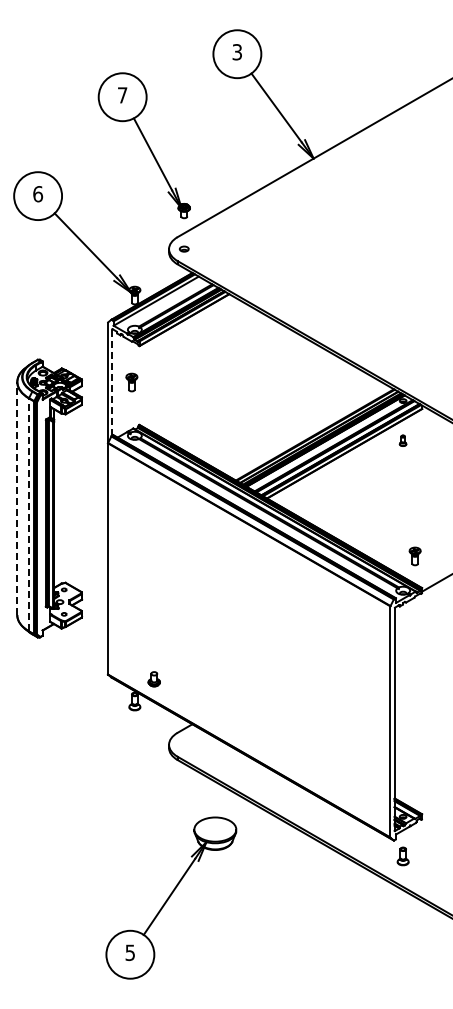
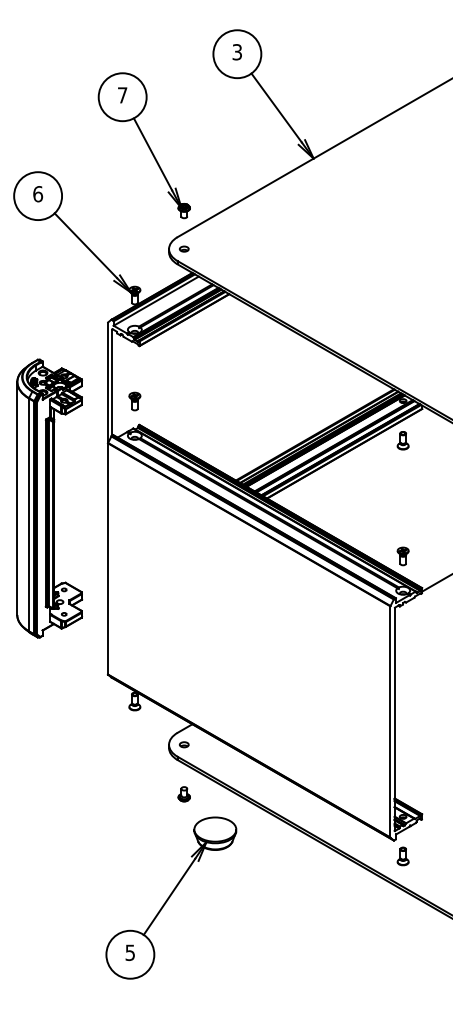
line at (112, 382): dashed -> solid
part at (131, 382) position: (131, 382) -> (134, 401)
part at (402, 440) size: 10x13 px -> 14x20 px
line at (17, 498): dashed -> solid
line at (28, 514): dashed -> solid
part at (414, 556) position: (414, 556) -> (402, 556)
part at (153, 679) position: (153, 679) -> (183, 794)
part at (183, 744): none -> present
